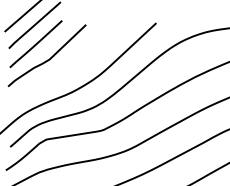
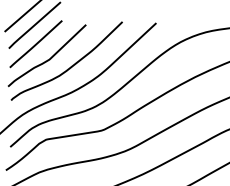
curve at (71, 65): none -> present
